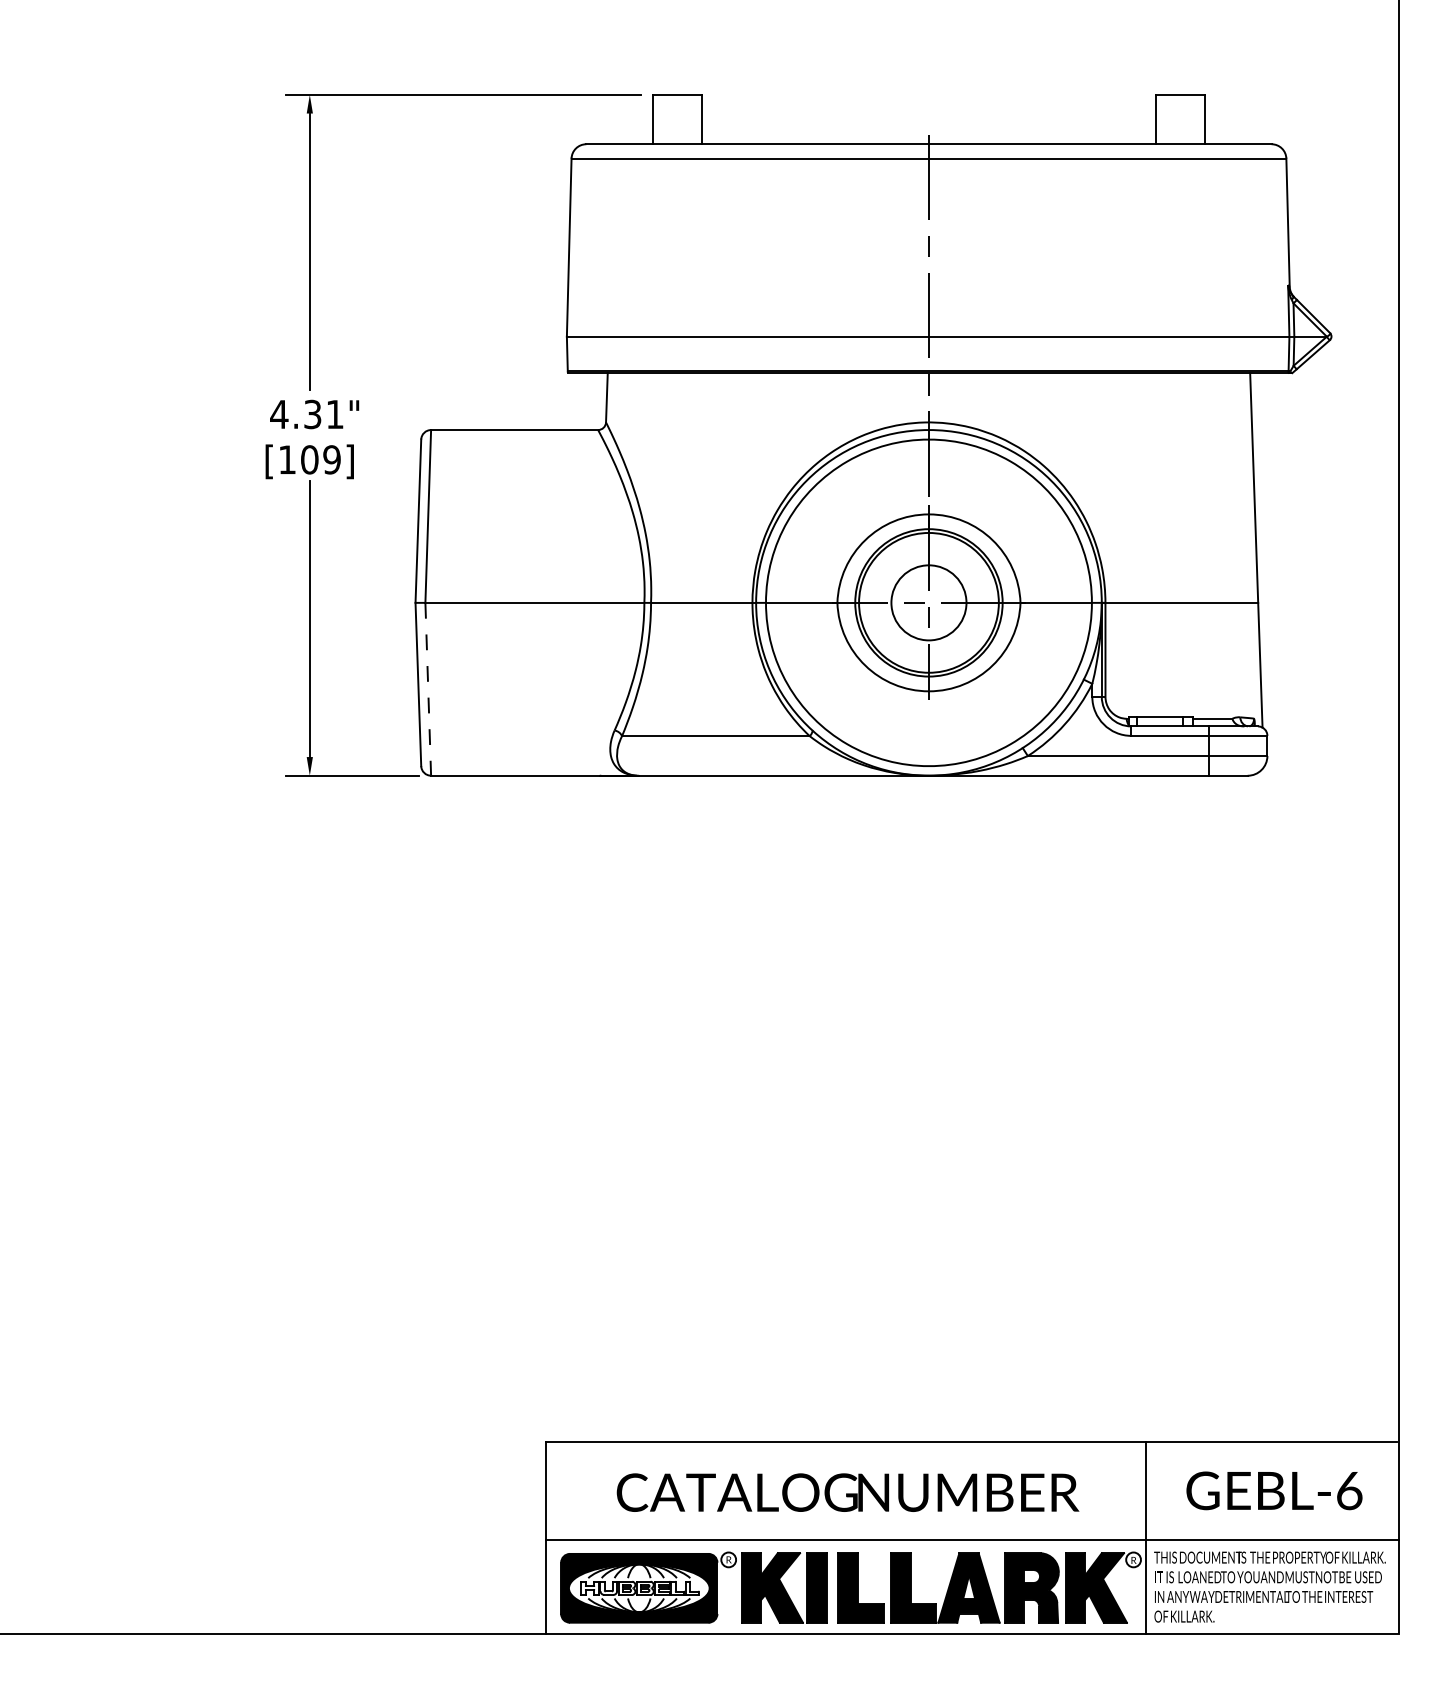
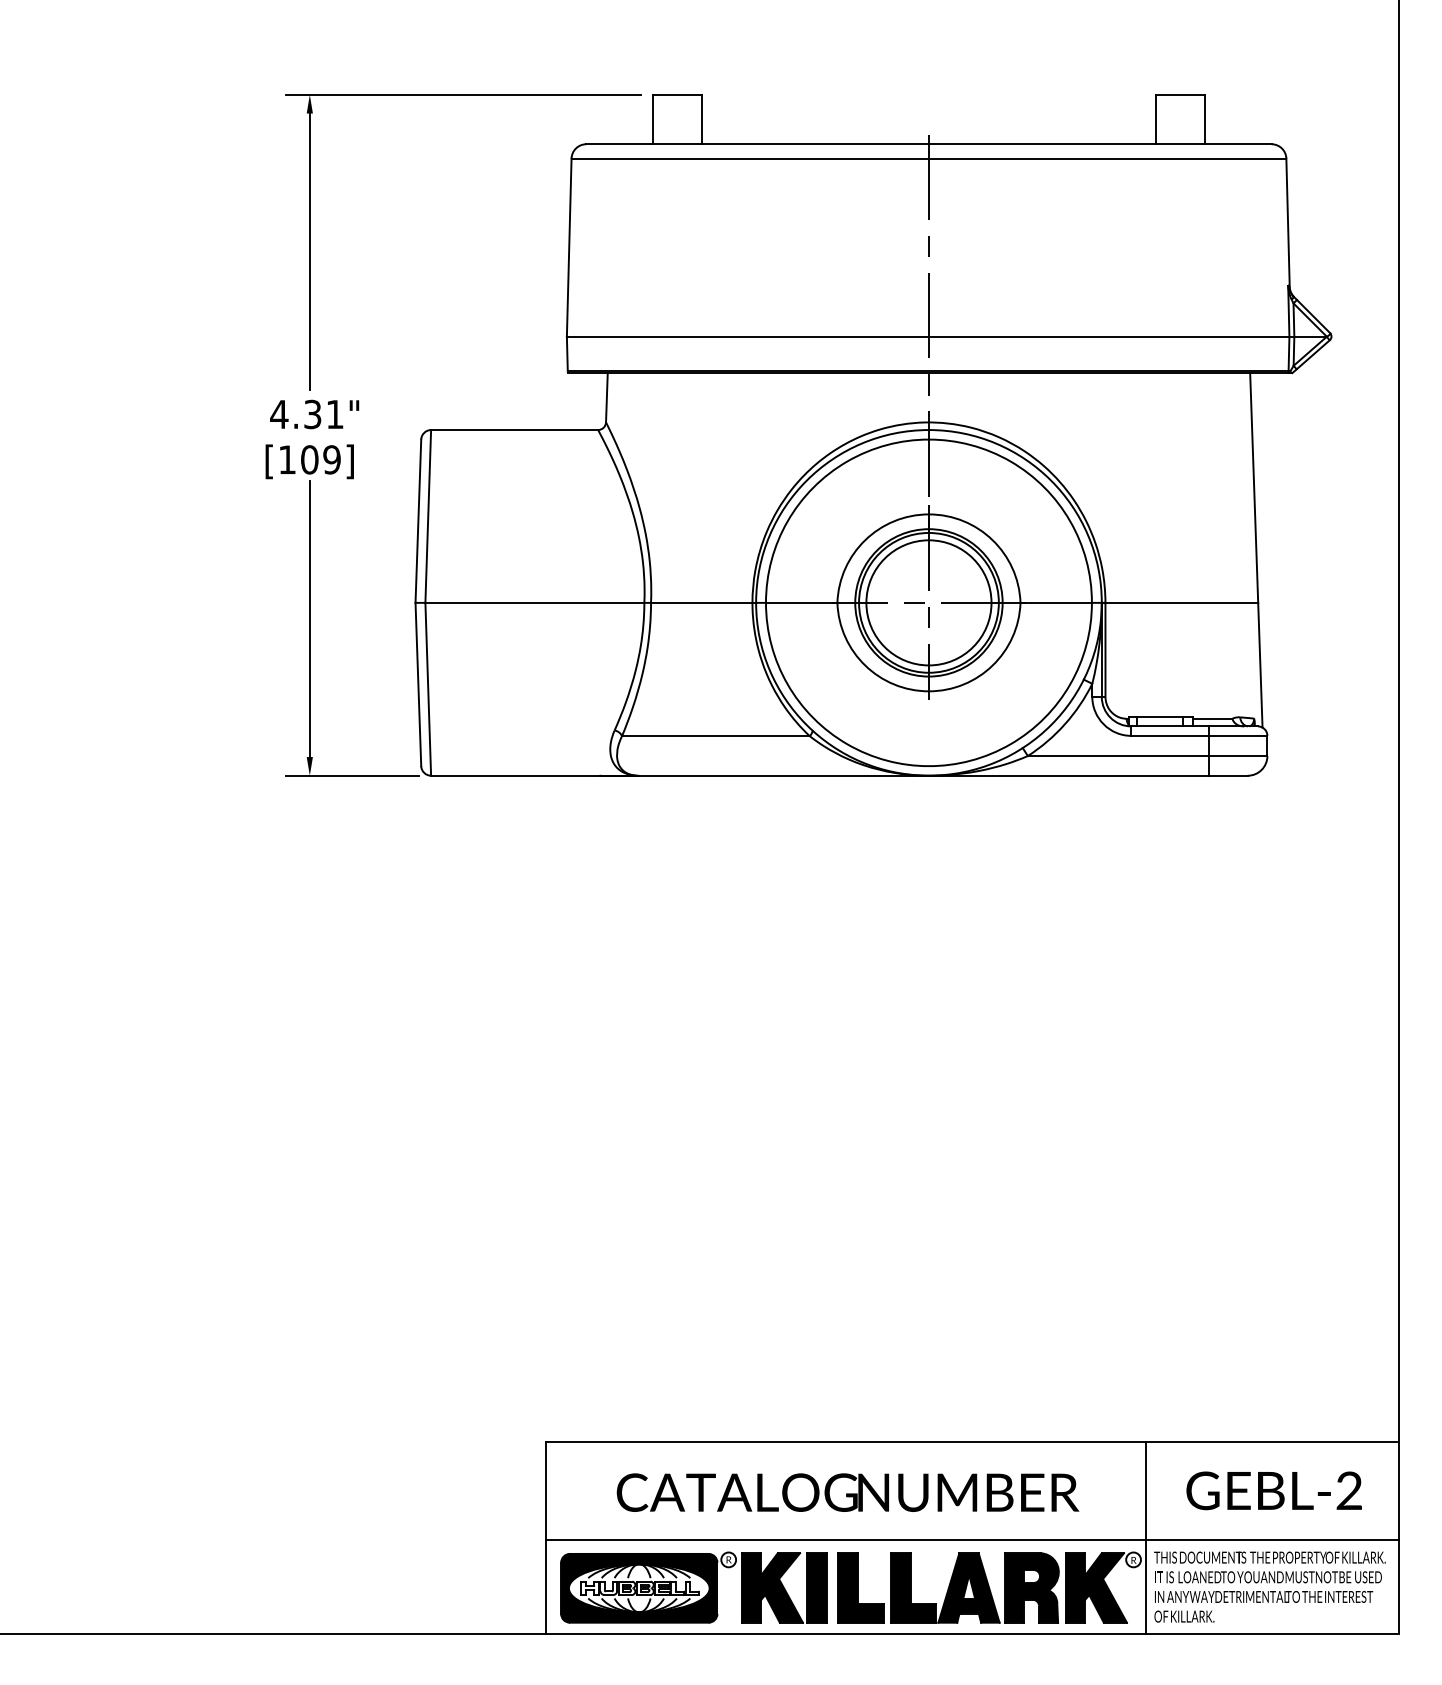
circle at (928, 602) diameter: 75 px -> 125 px
line at (428, 689): dashed -> solid
text at (1349, 1490): GEBL-6 -> GEBL-2
